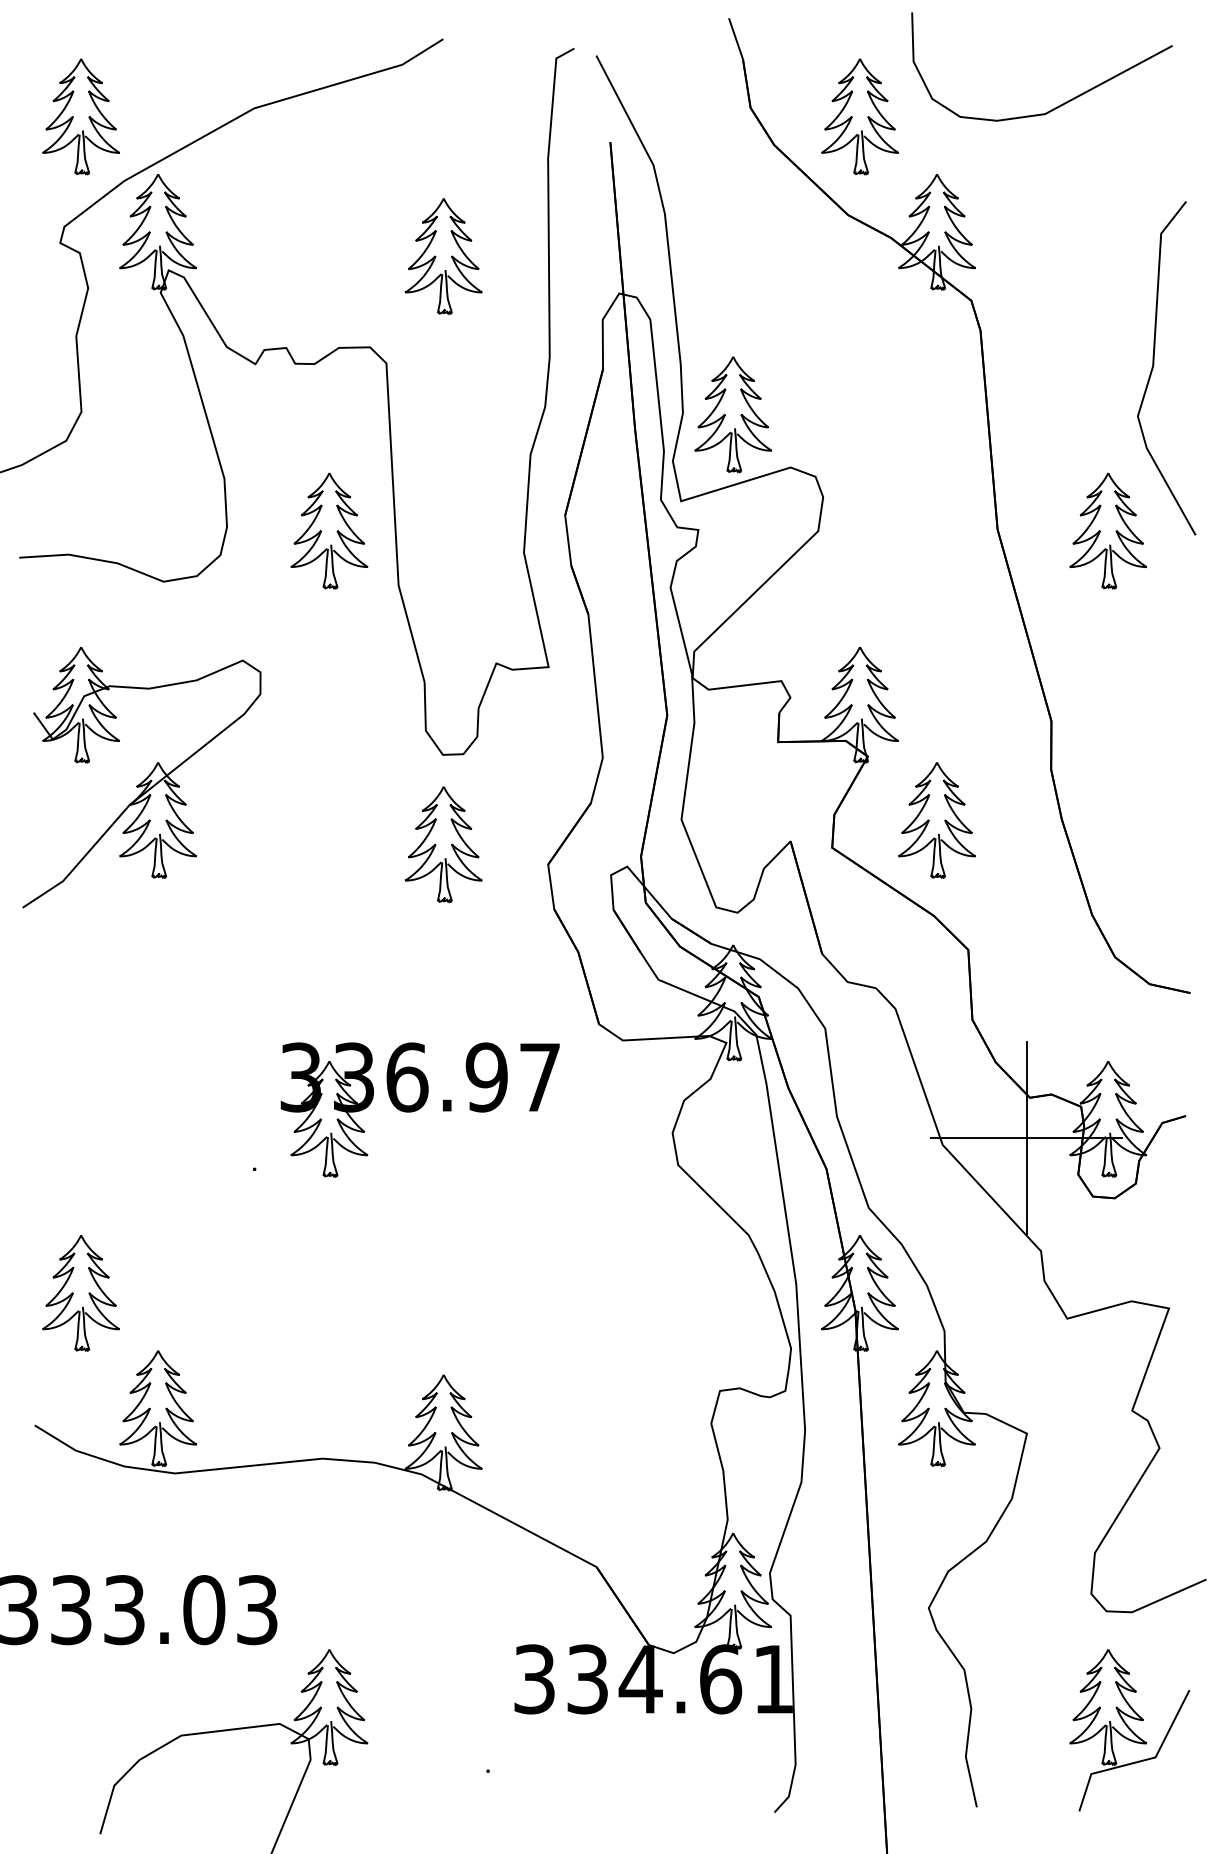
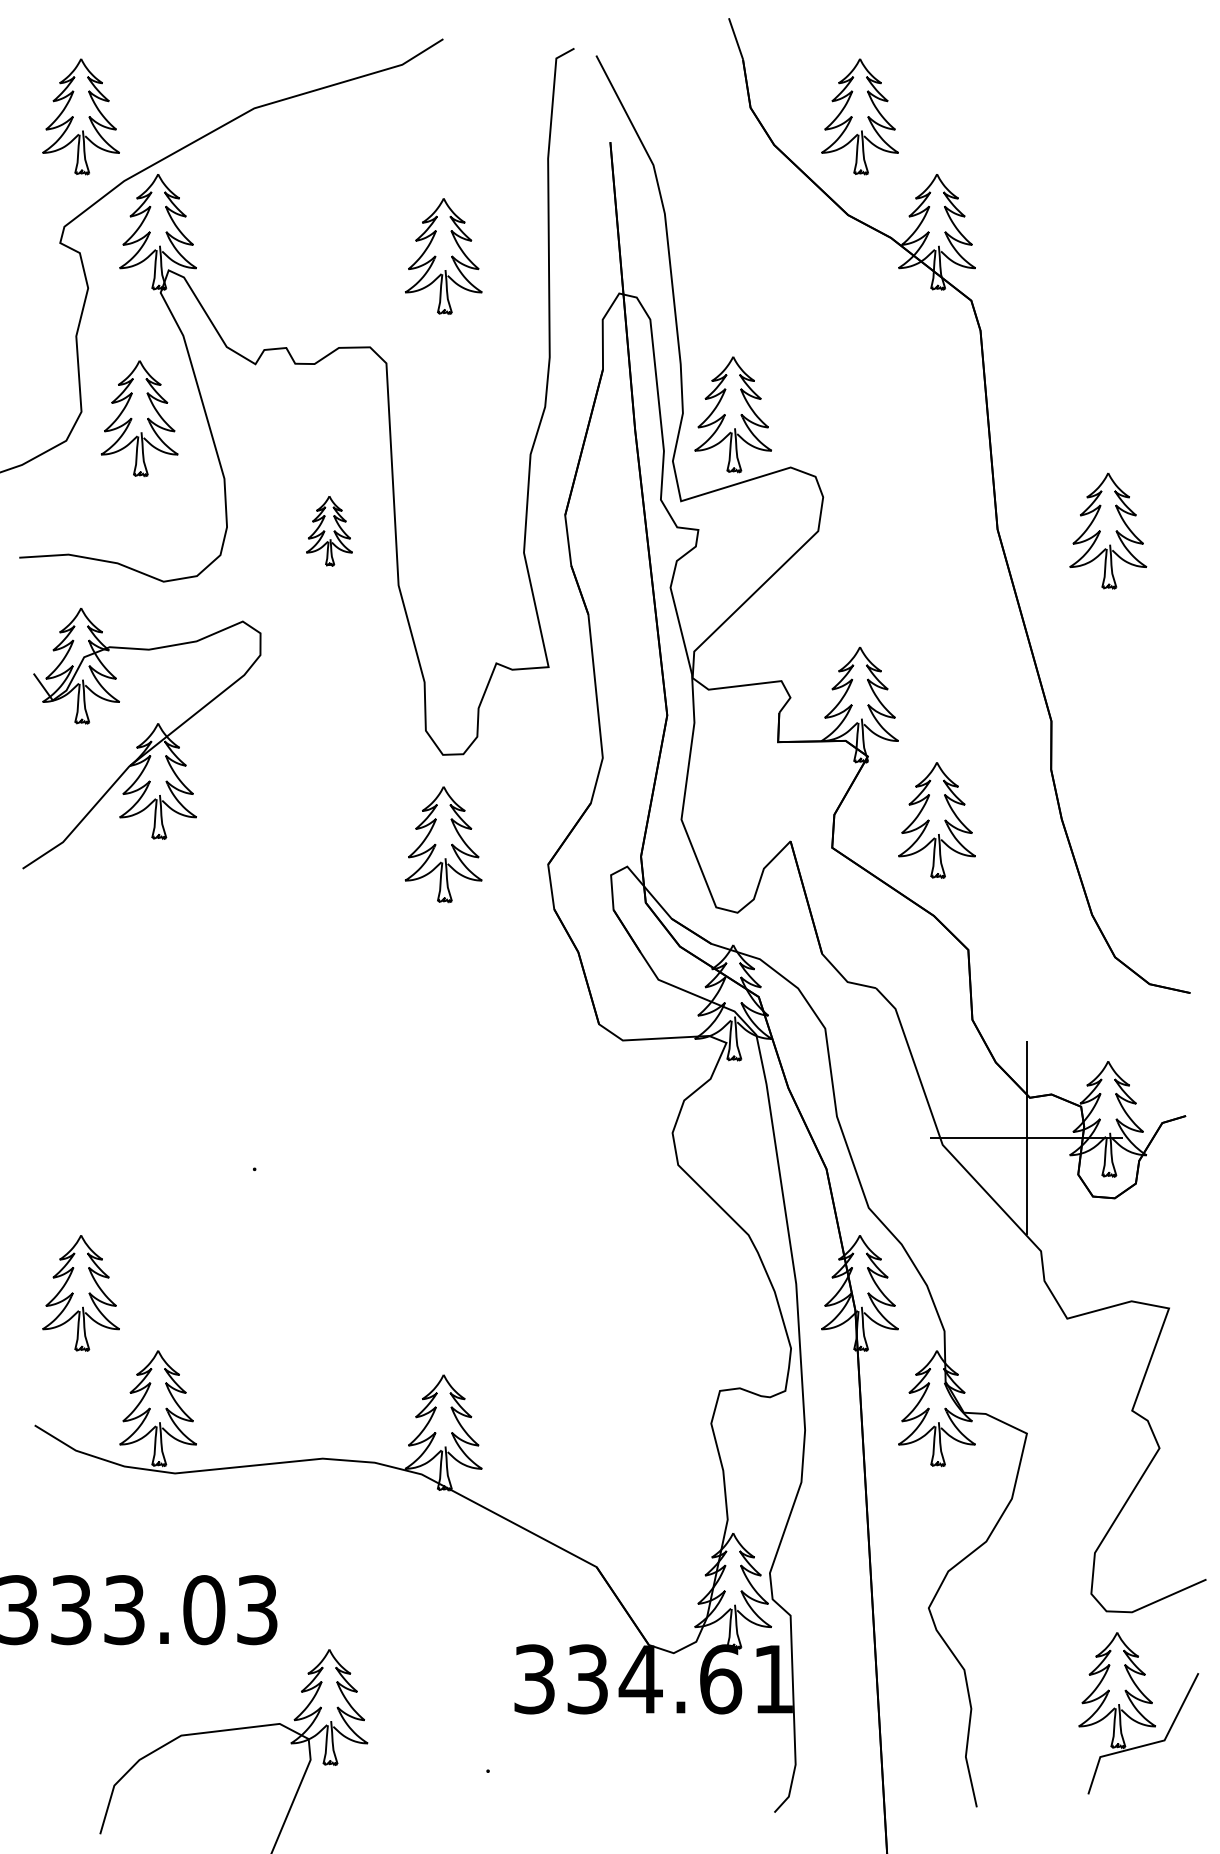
curve at (1060, 104): present -> none
curve at (1154, 365): present -> none
part at (139, 418): none -> present
part at (329, 530) size: 79x118 px -> 47x71 px
part at (141, 777) position: (141, 777) -> (141, 738)
part at (419, 1109): present -> none
part at (1129, 1730) position: (1129, 1730) -> (1138, 1713)
